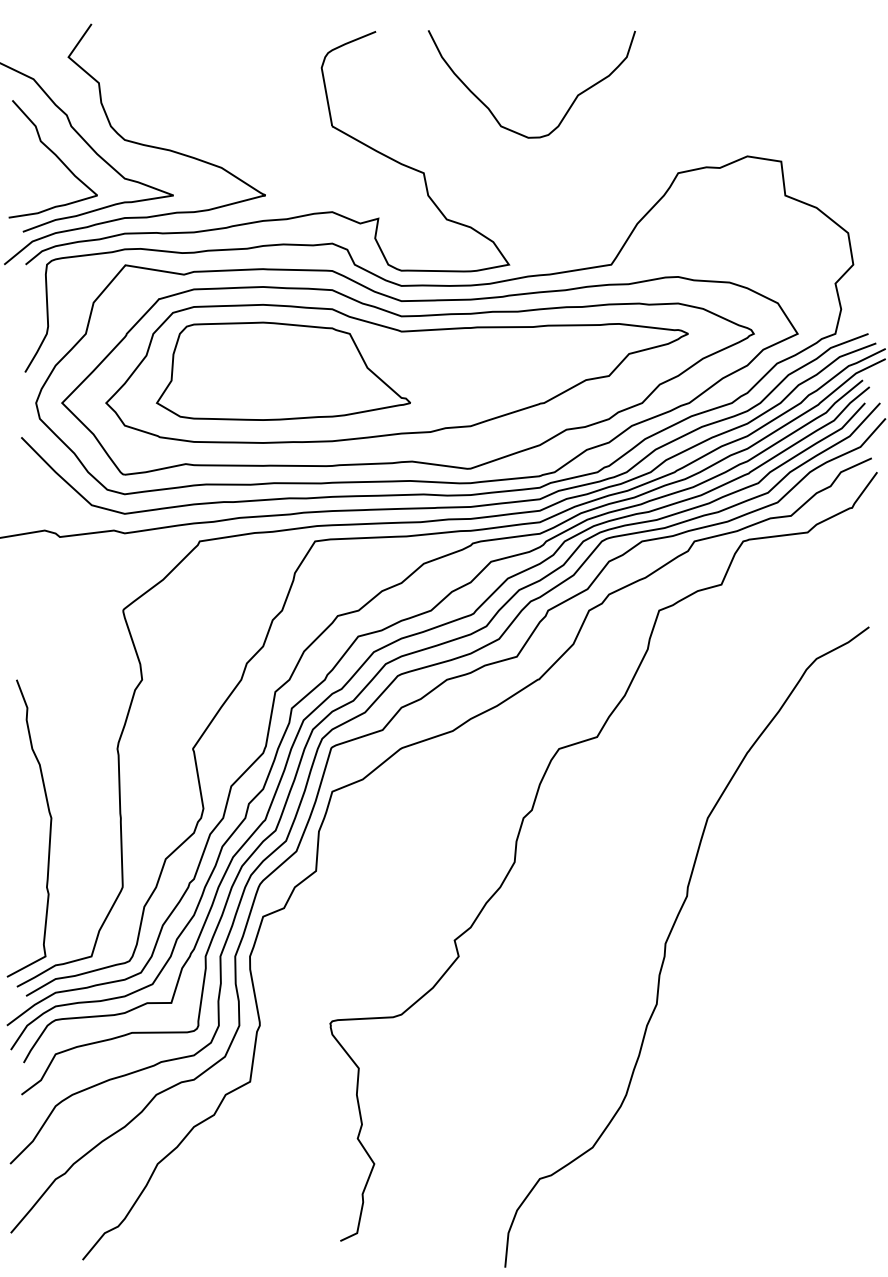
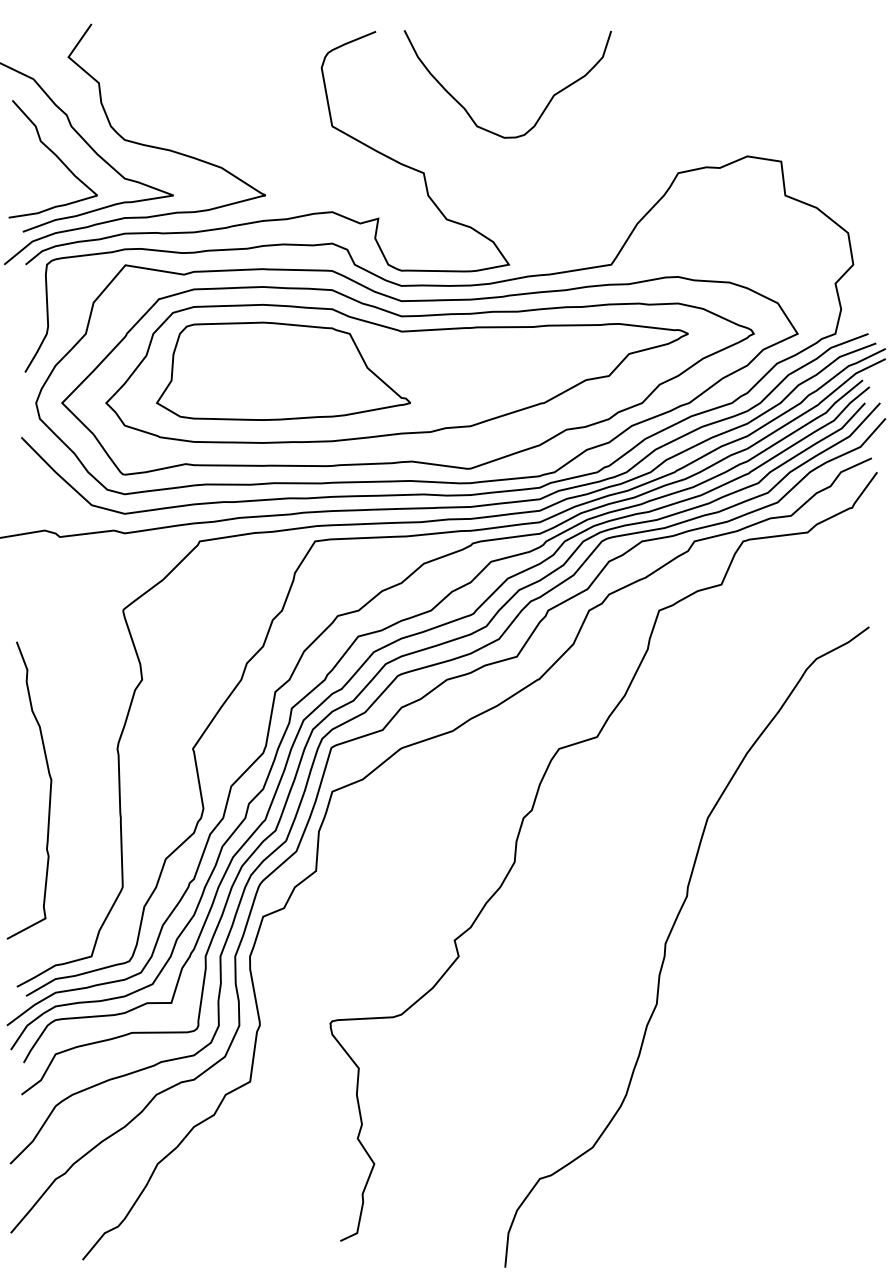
curve at (569, 106) position: (569, 106) -> (545, 106)
curve at (49, 828) position: (49, 828) -> (49, 790)
